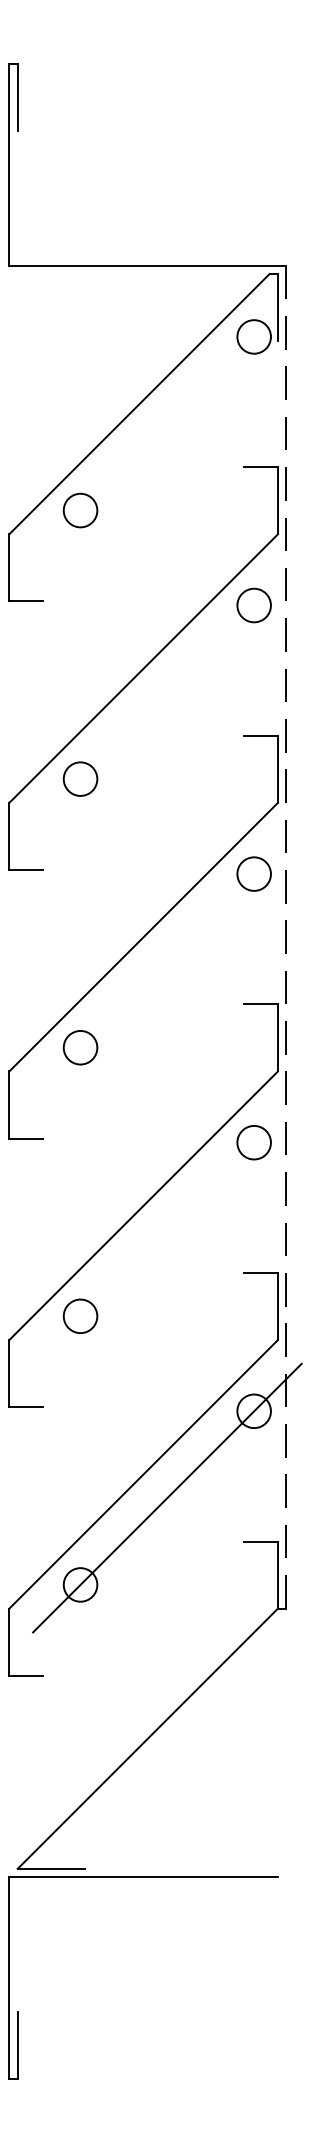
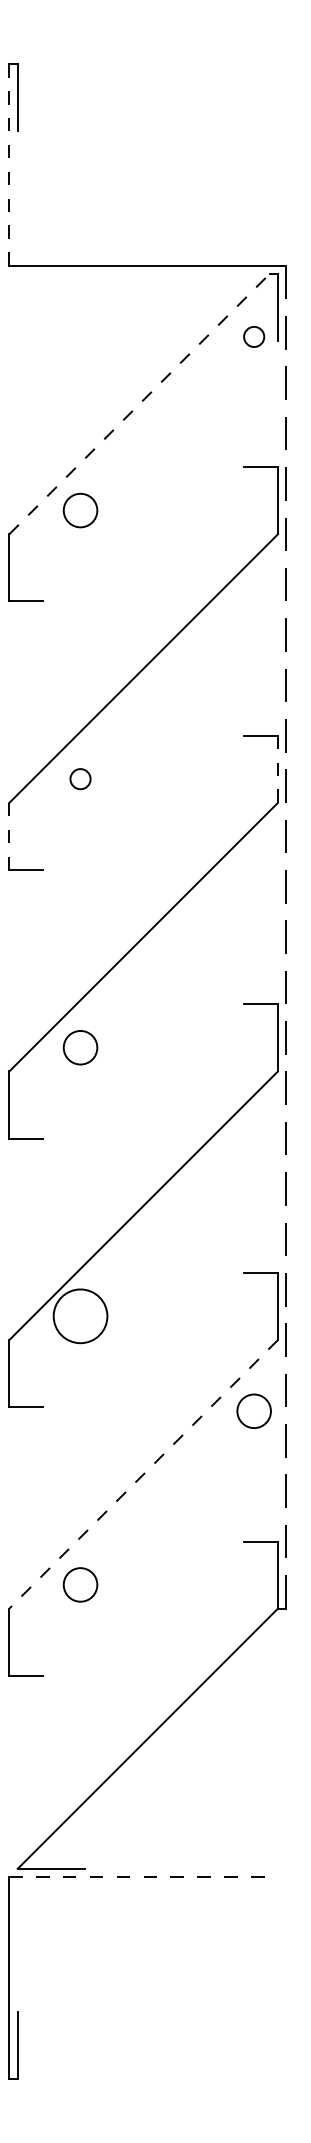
line at (9, 165): solid -> dashed
circle at (253, 336) diameter: 34 px -> 20 px
line at (139, 404): solid -> dashed
circle at (253, 605): present -> none
line at (277, 769): solid -> dashed
circle at (80, 778) diameter: 34 px -> 20 px
line at (9, 836): solid -> dashed
circle at (253, 873): present -> none
circle at (253, 1142): present -> none
circle at (80, 1316) diameter: 34 px -> 54 px
line at (143, 1474): solid -> dashed
line at (167, 1497): present -> none
line at (144, 1877): solid -> dashed
